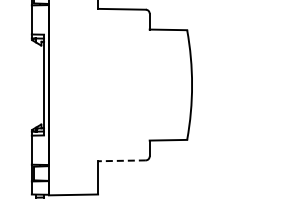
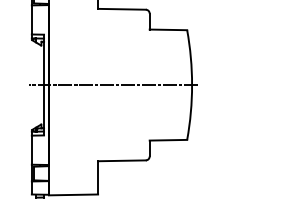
line at (112, 85): none -> present
line at (121, 160): dashed -> solid
